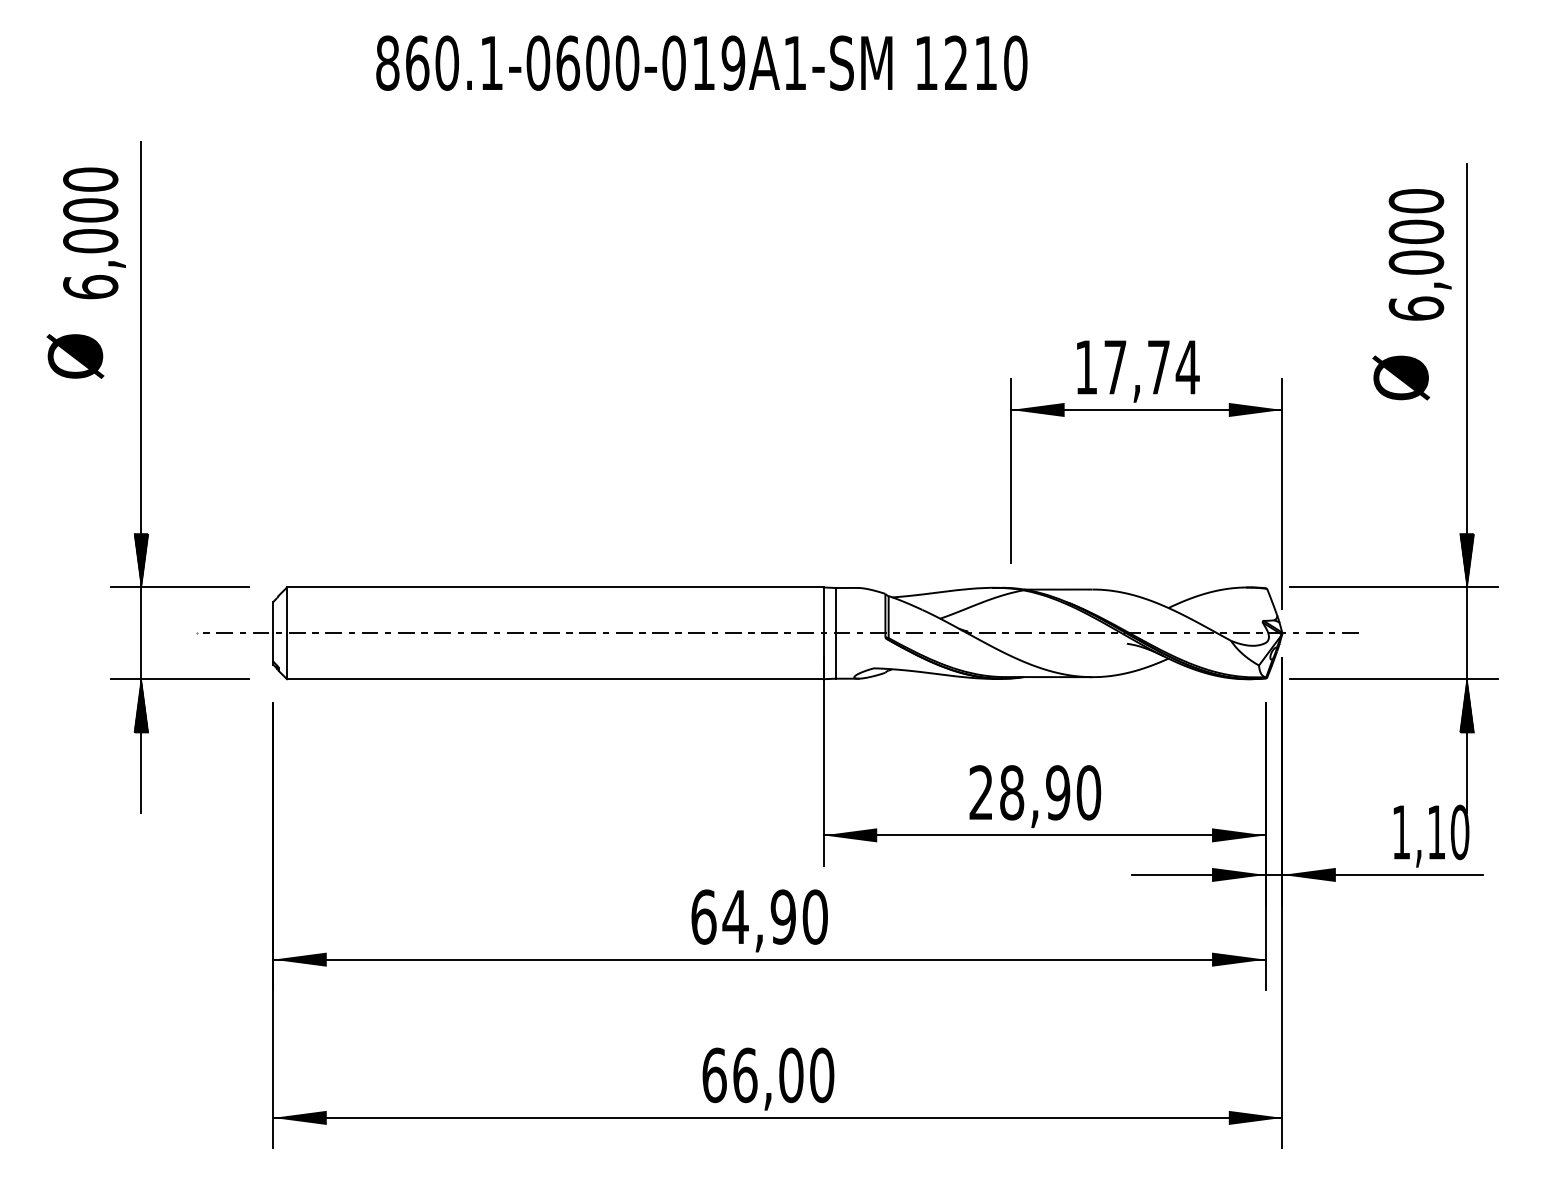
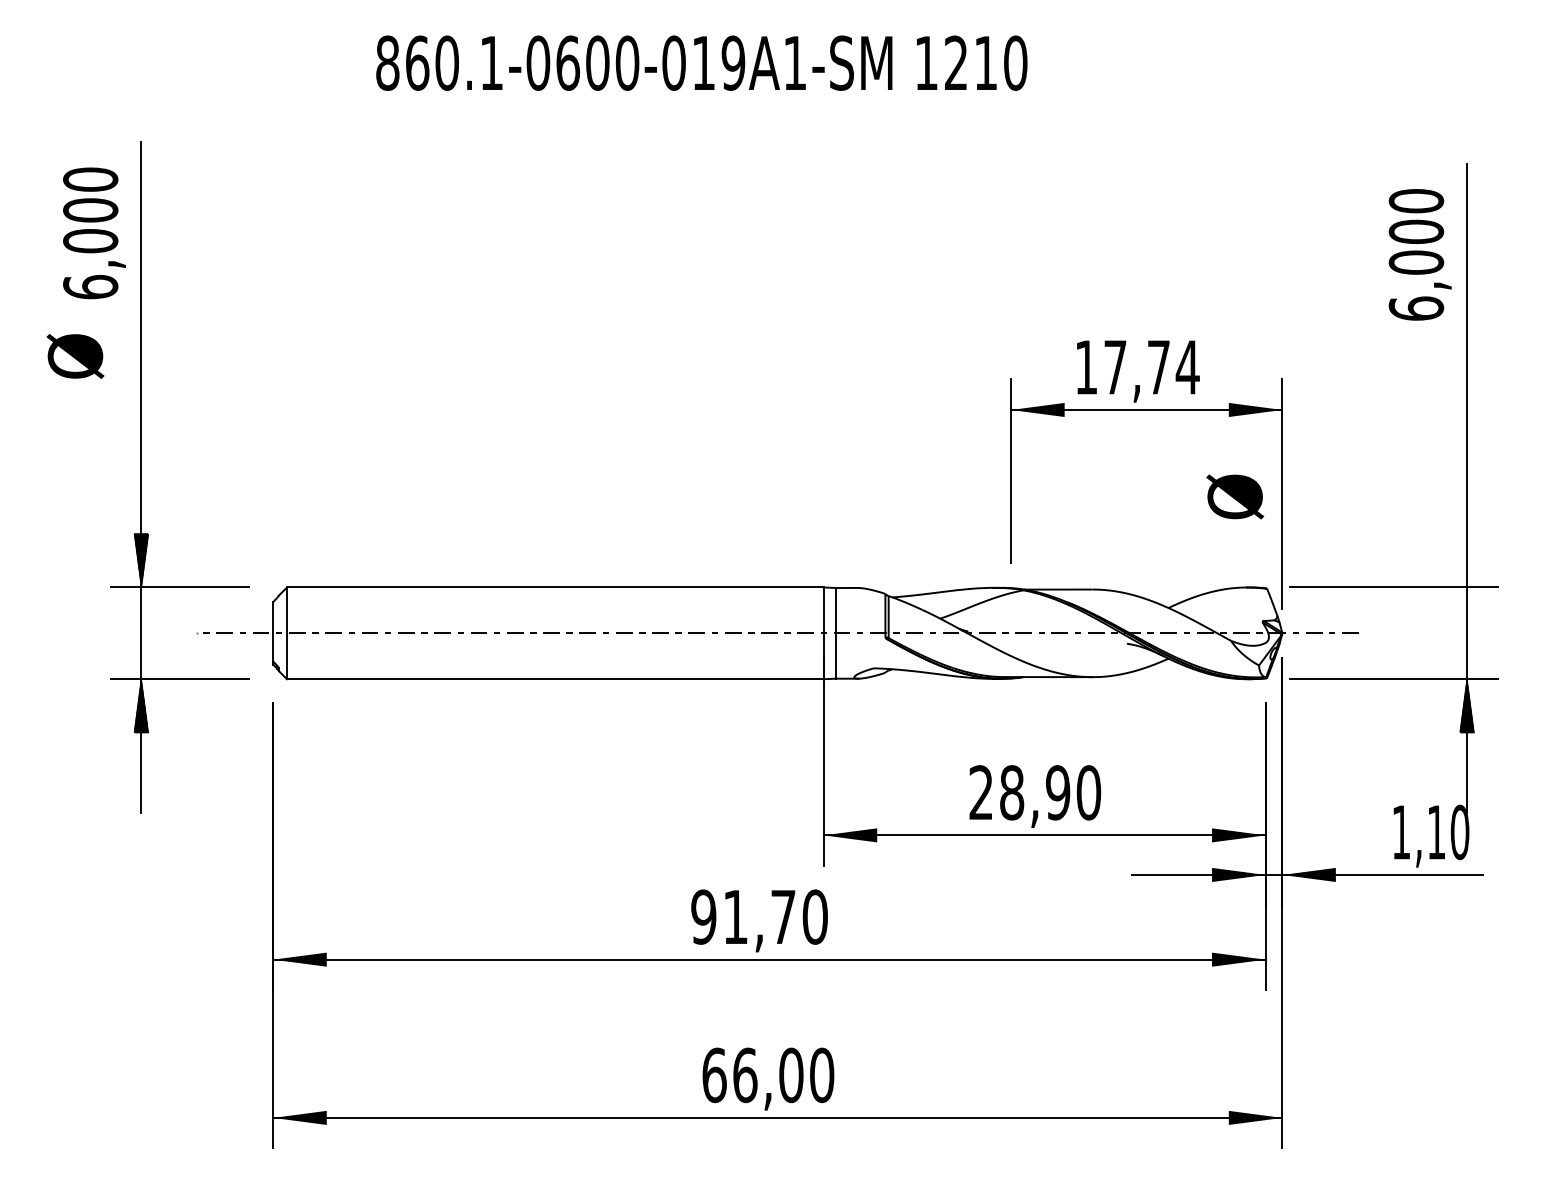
text at (1401, 377) position: (1401, 377) -> (1235, 496)
hatch at (1467, 560): present -> none
text at (743, 916): 64,90 -> 91,70
